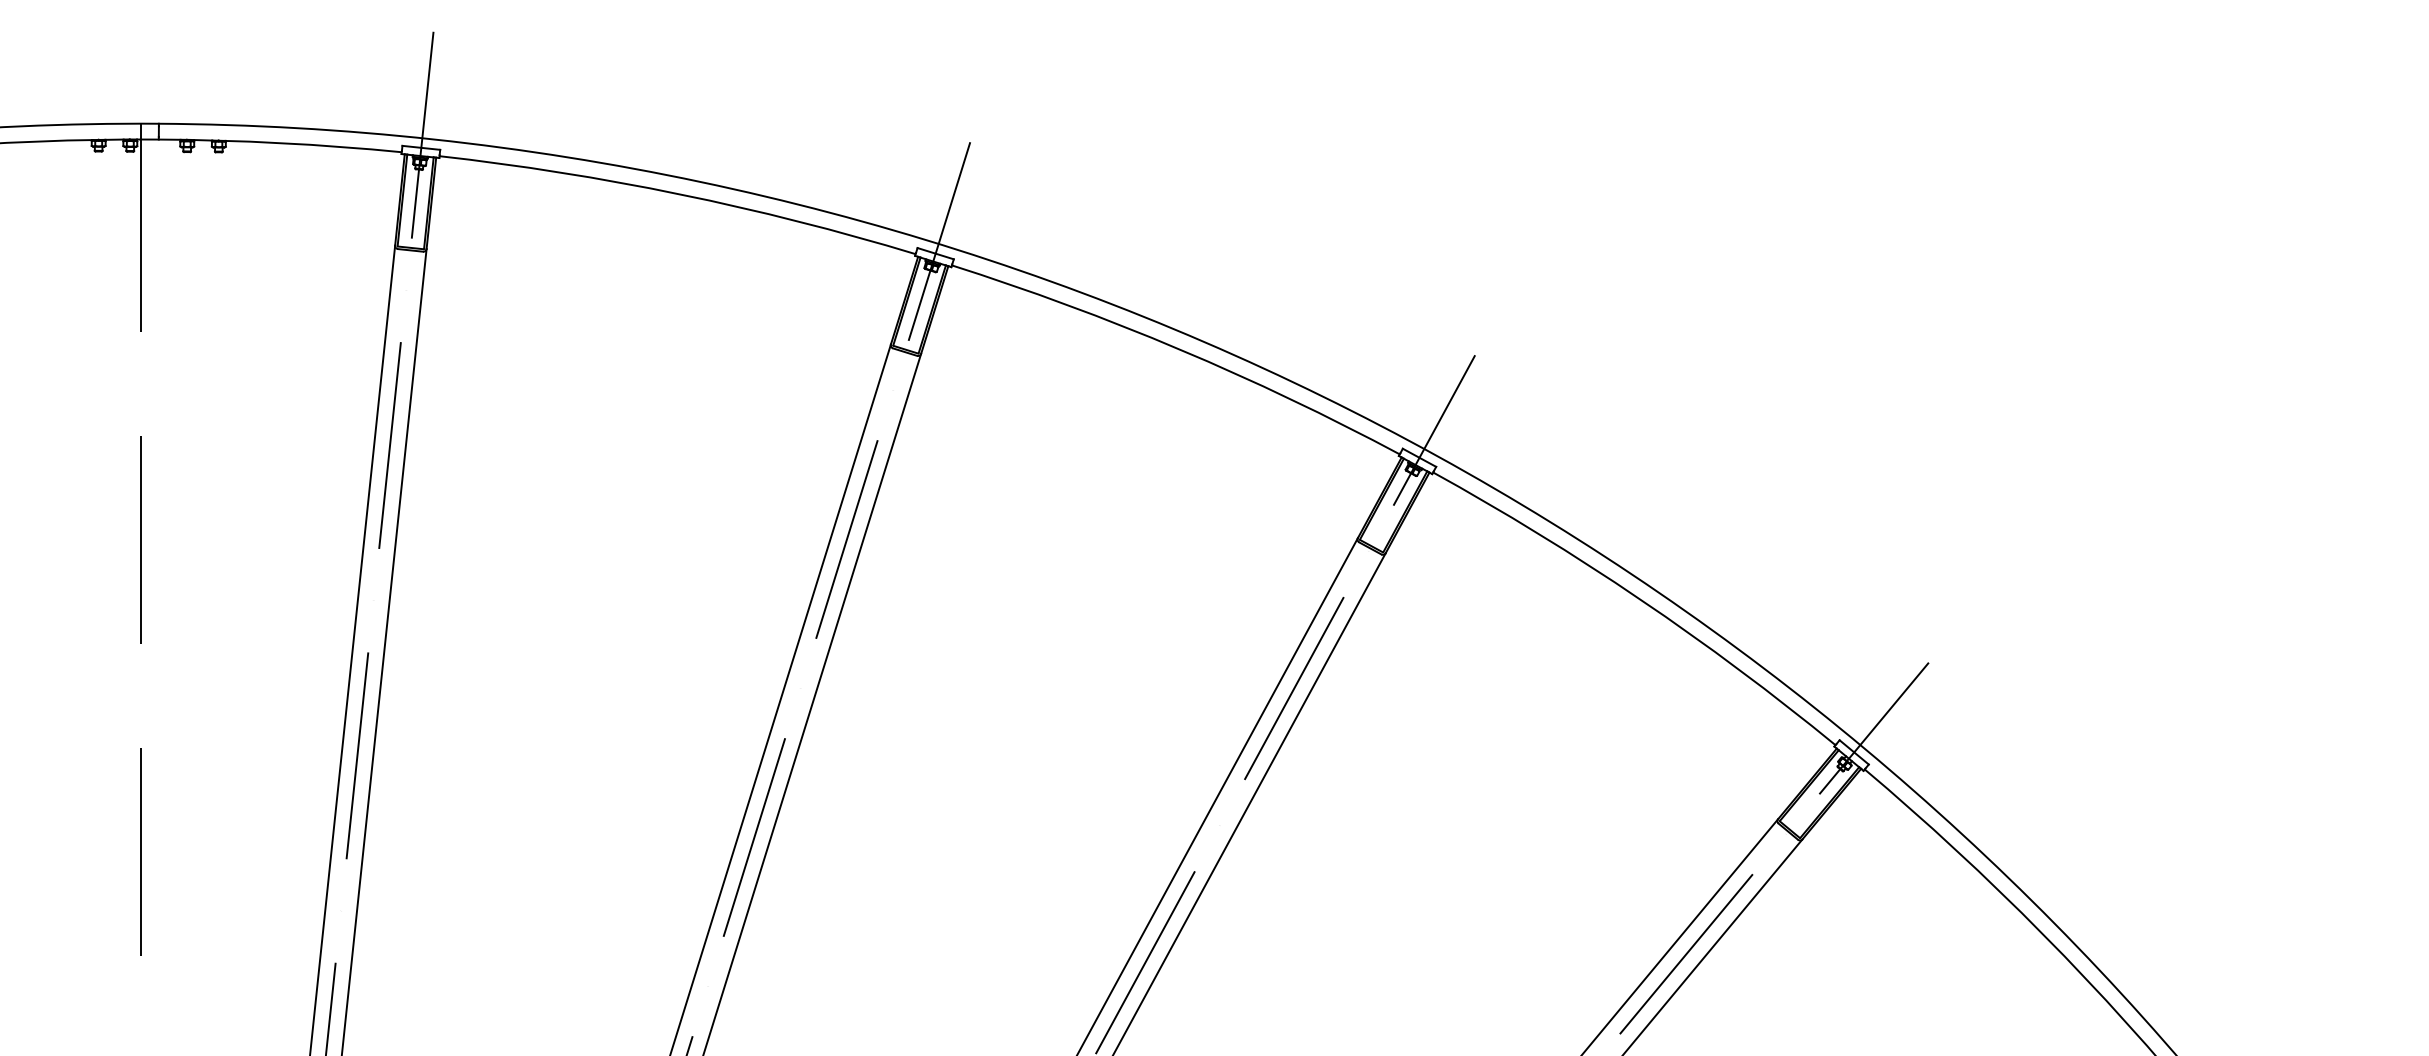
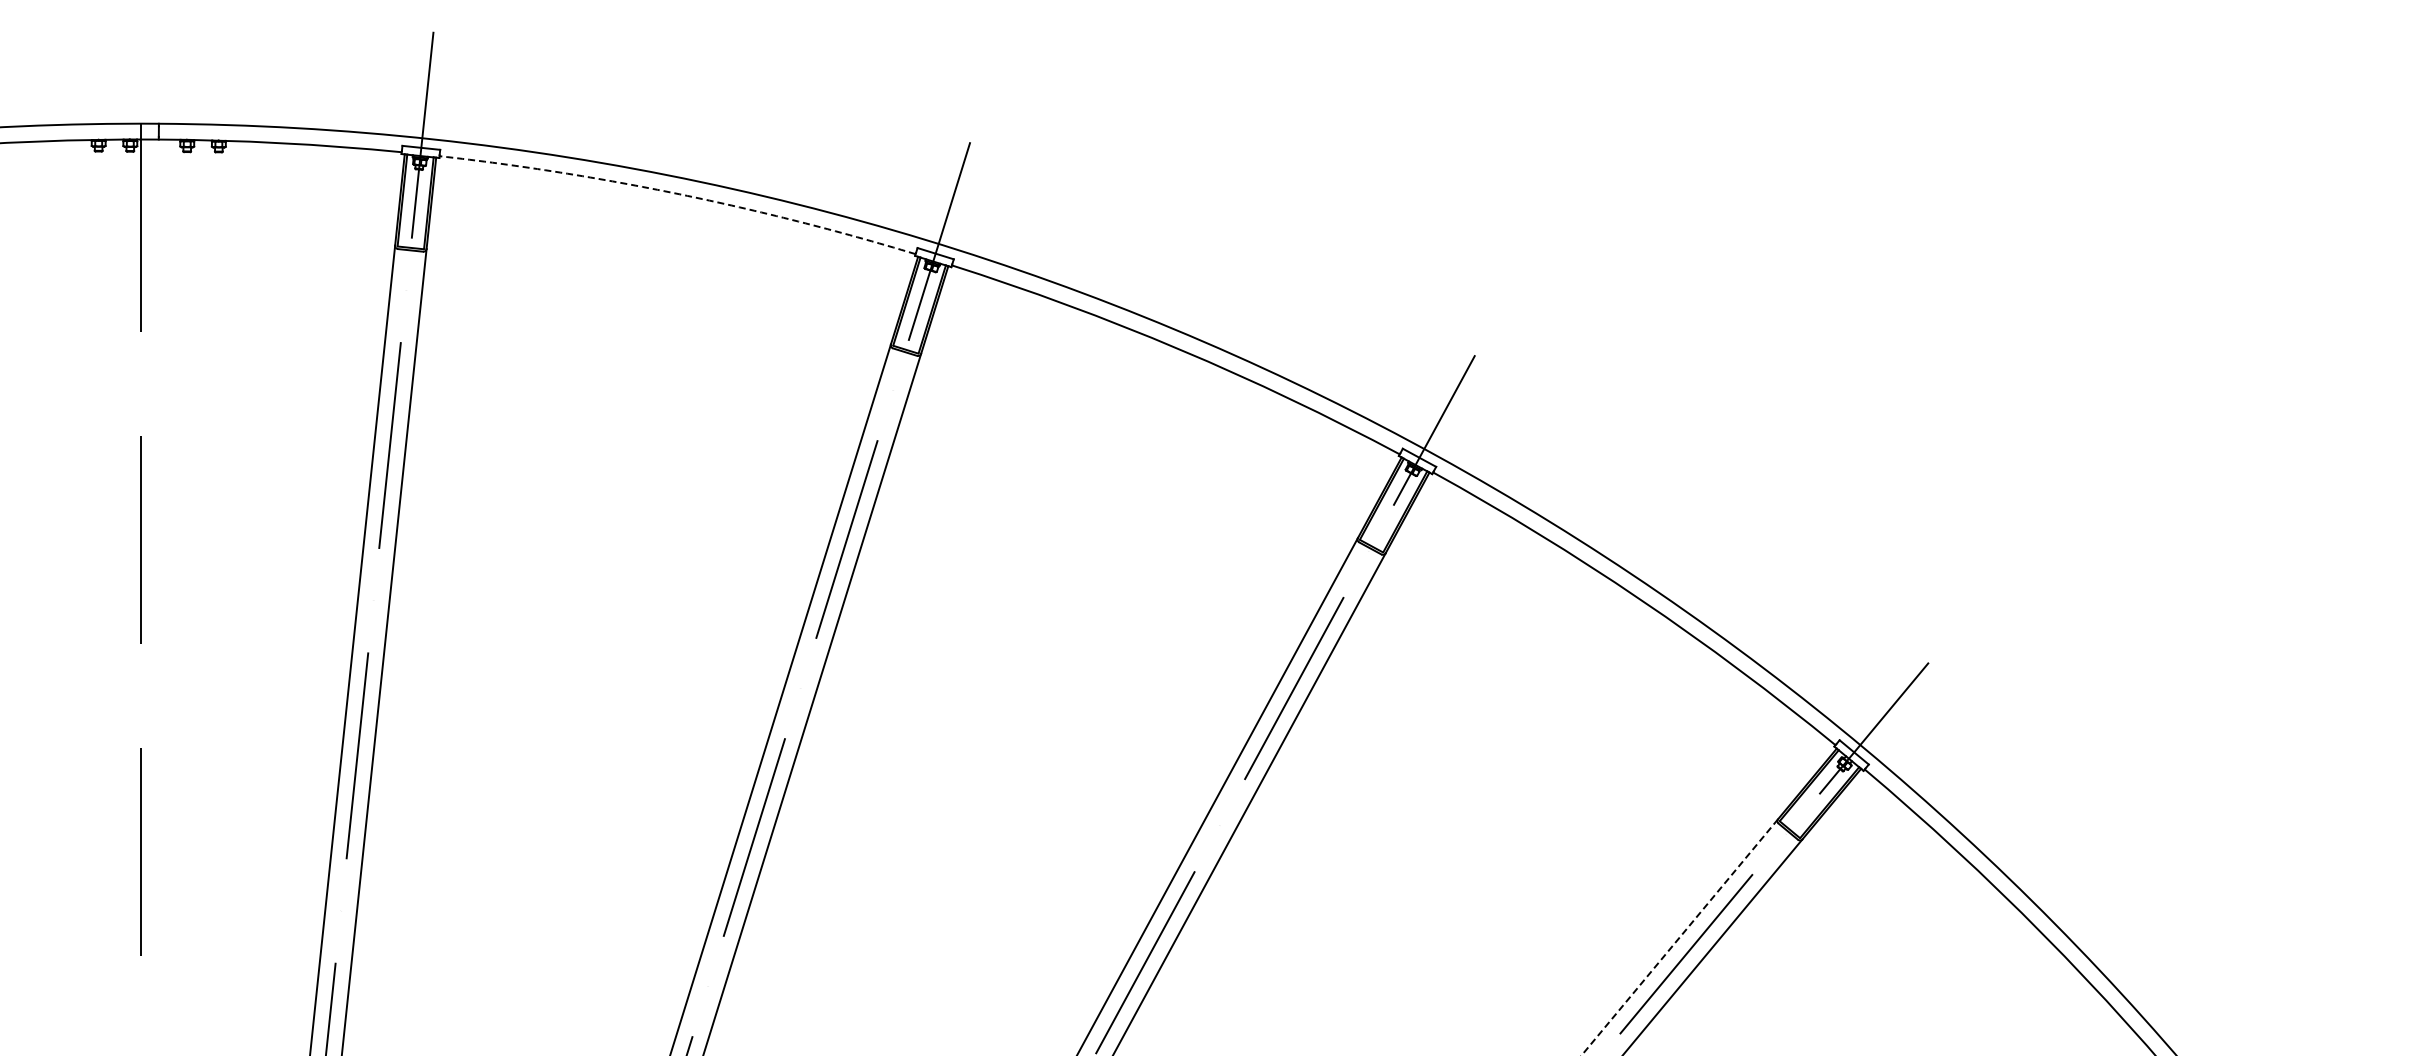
arc at (679, 194): solid -> dashed
line at (1679, 937): solid -> dashed
